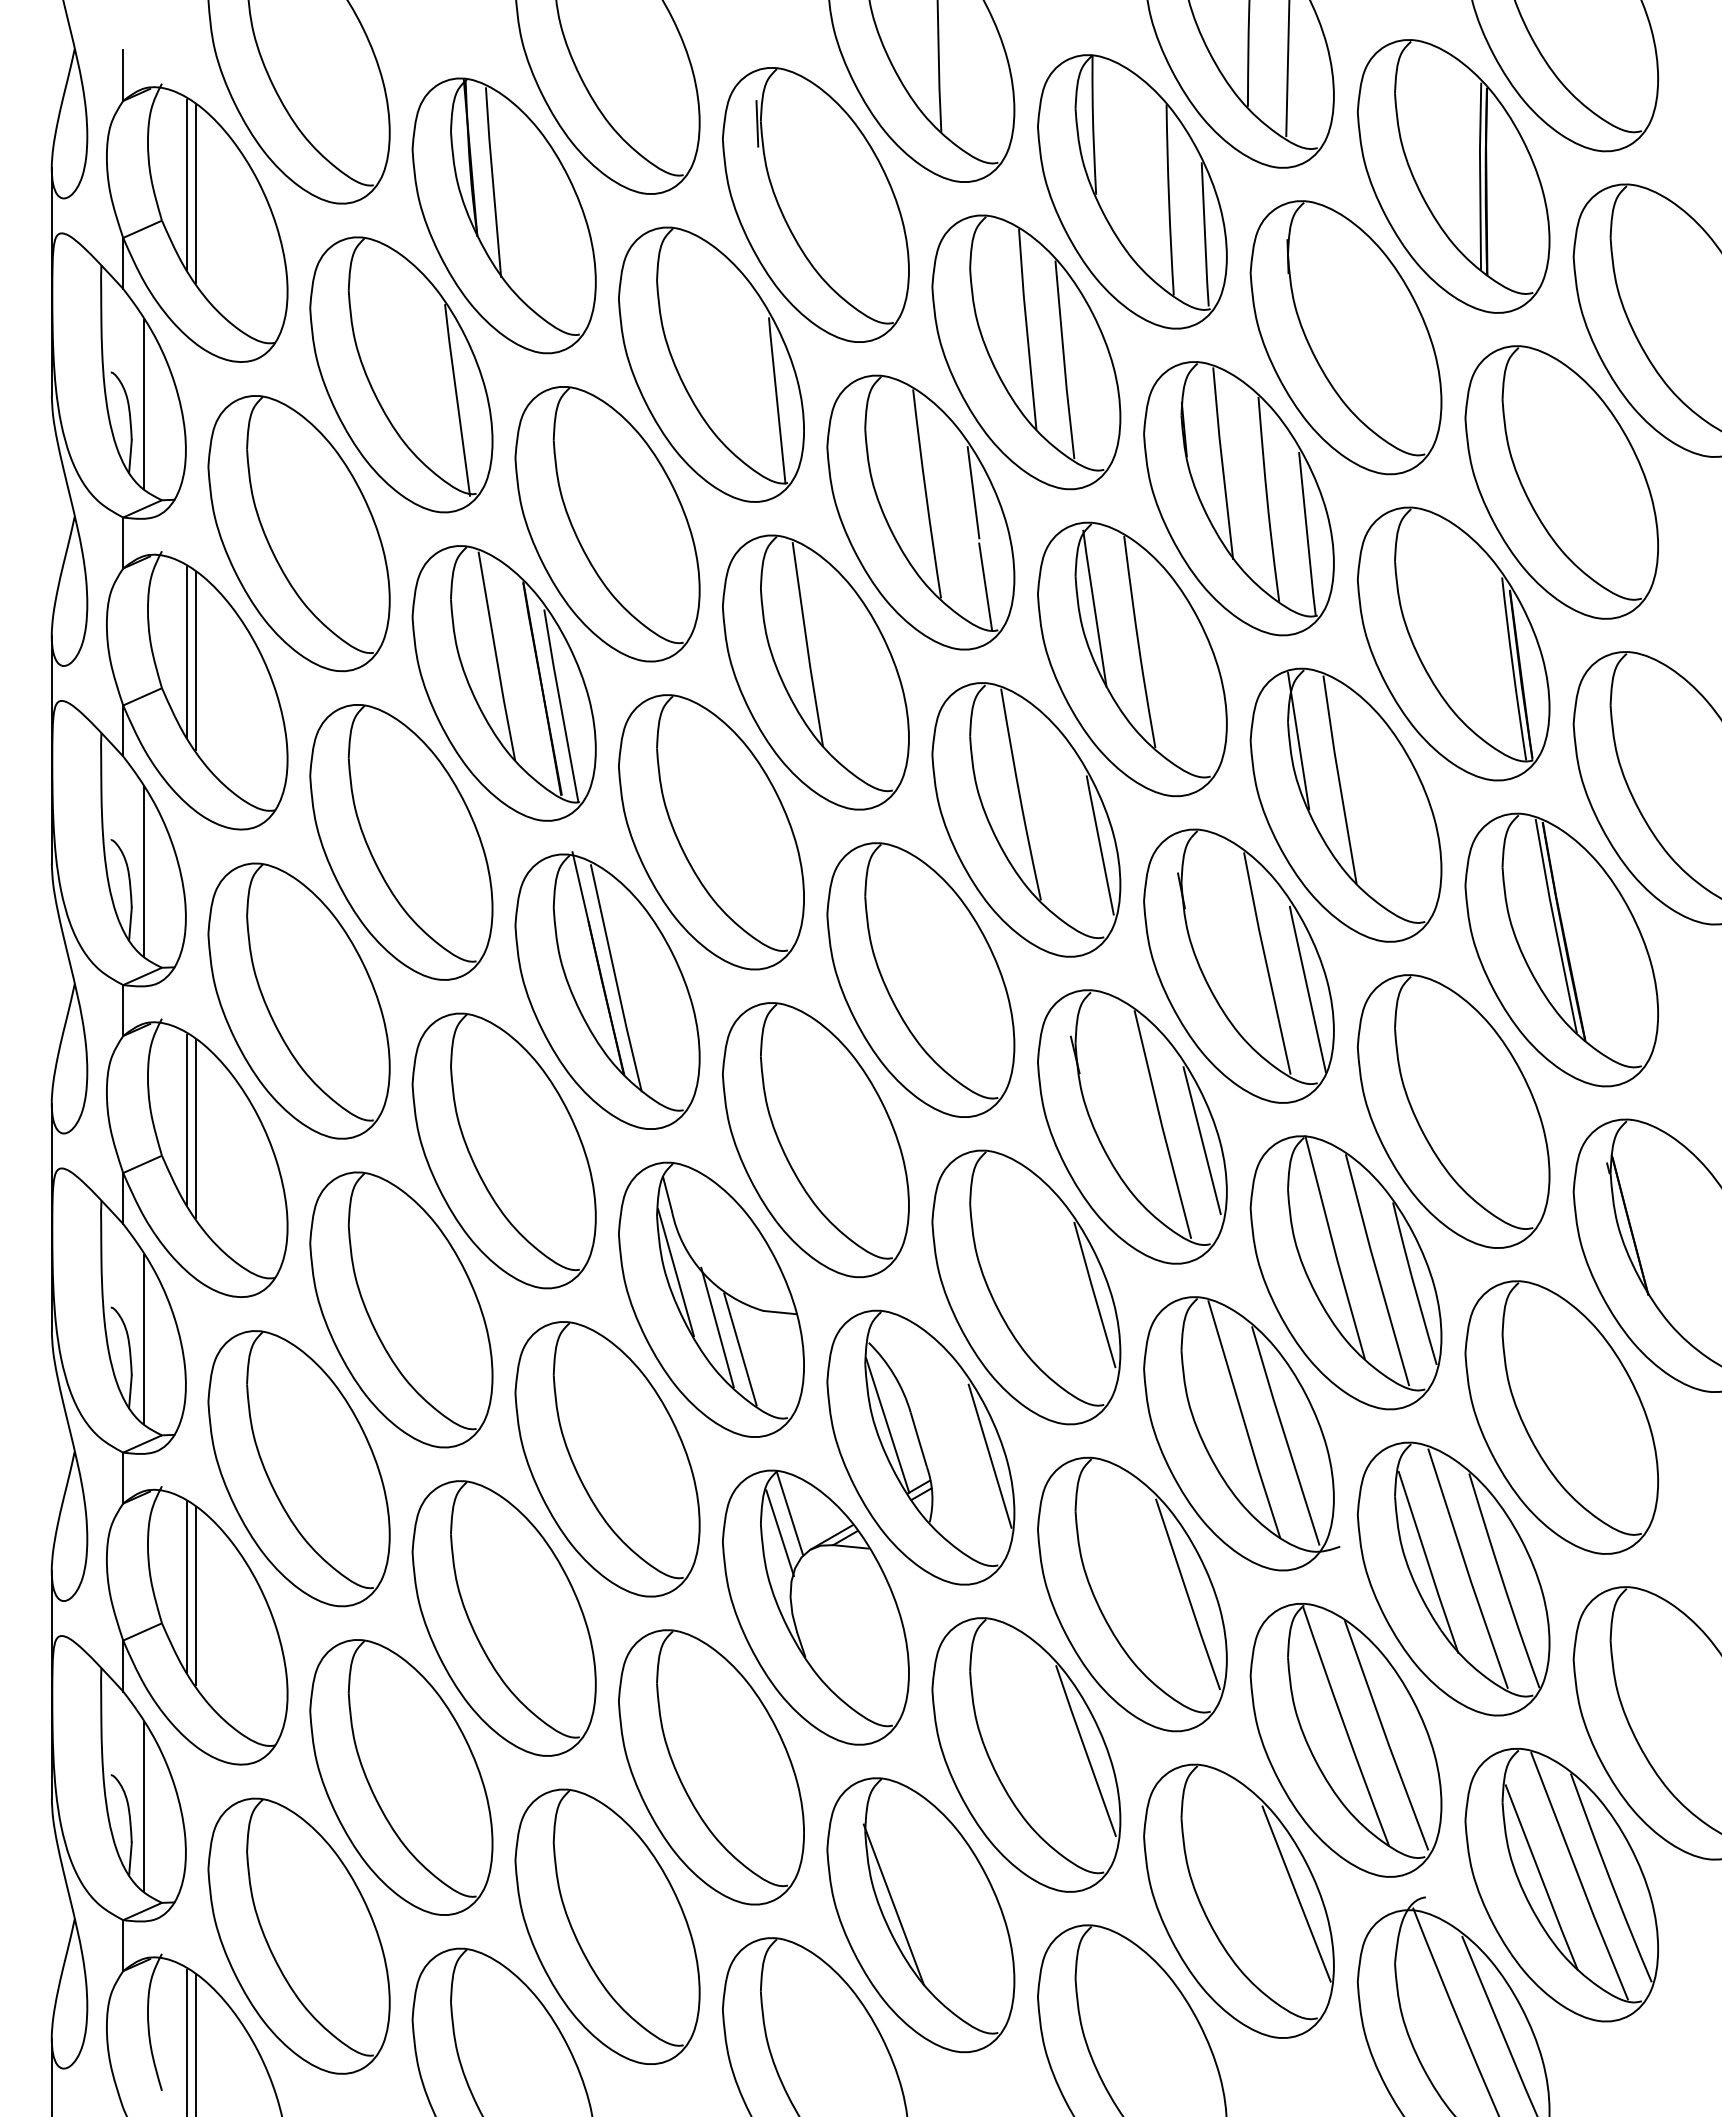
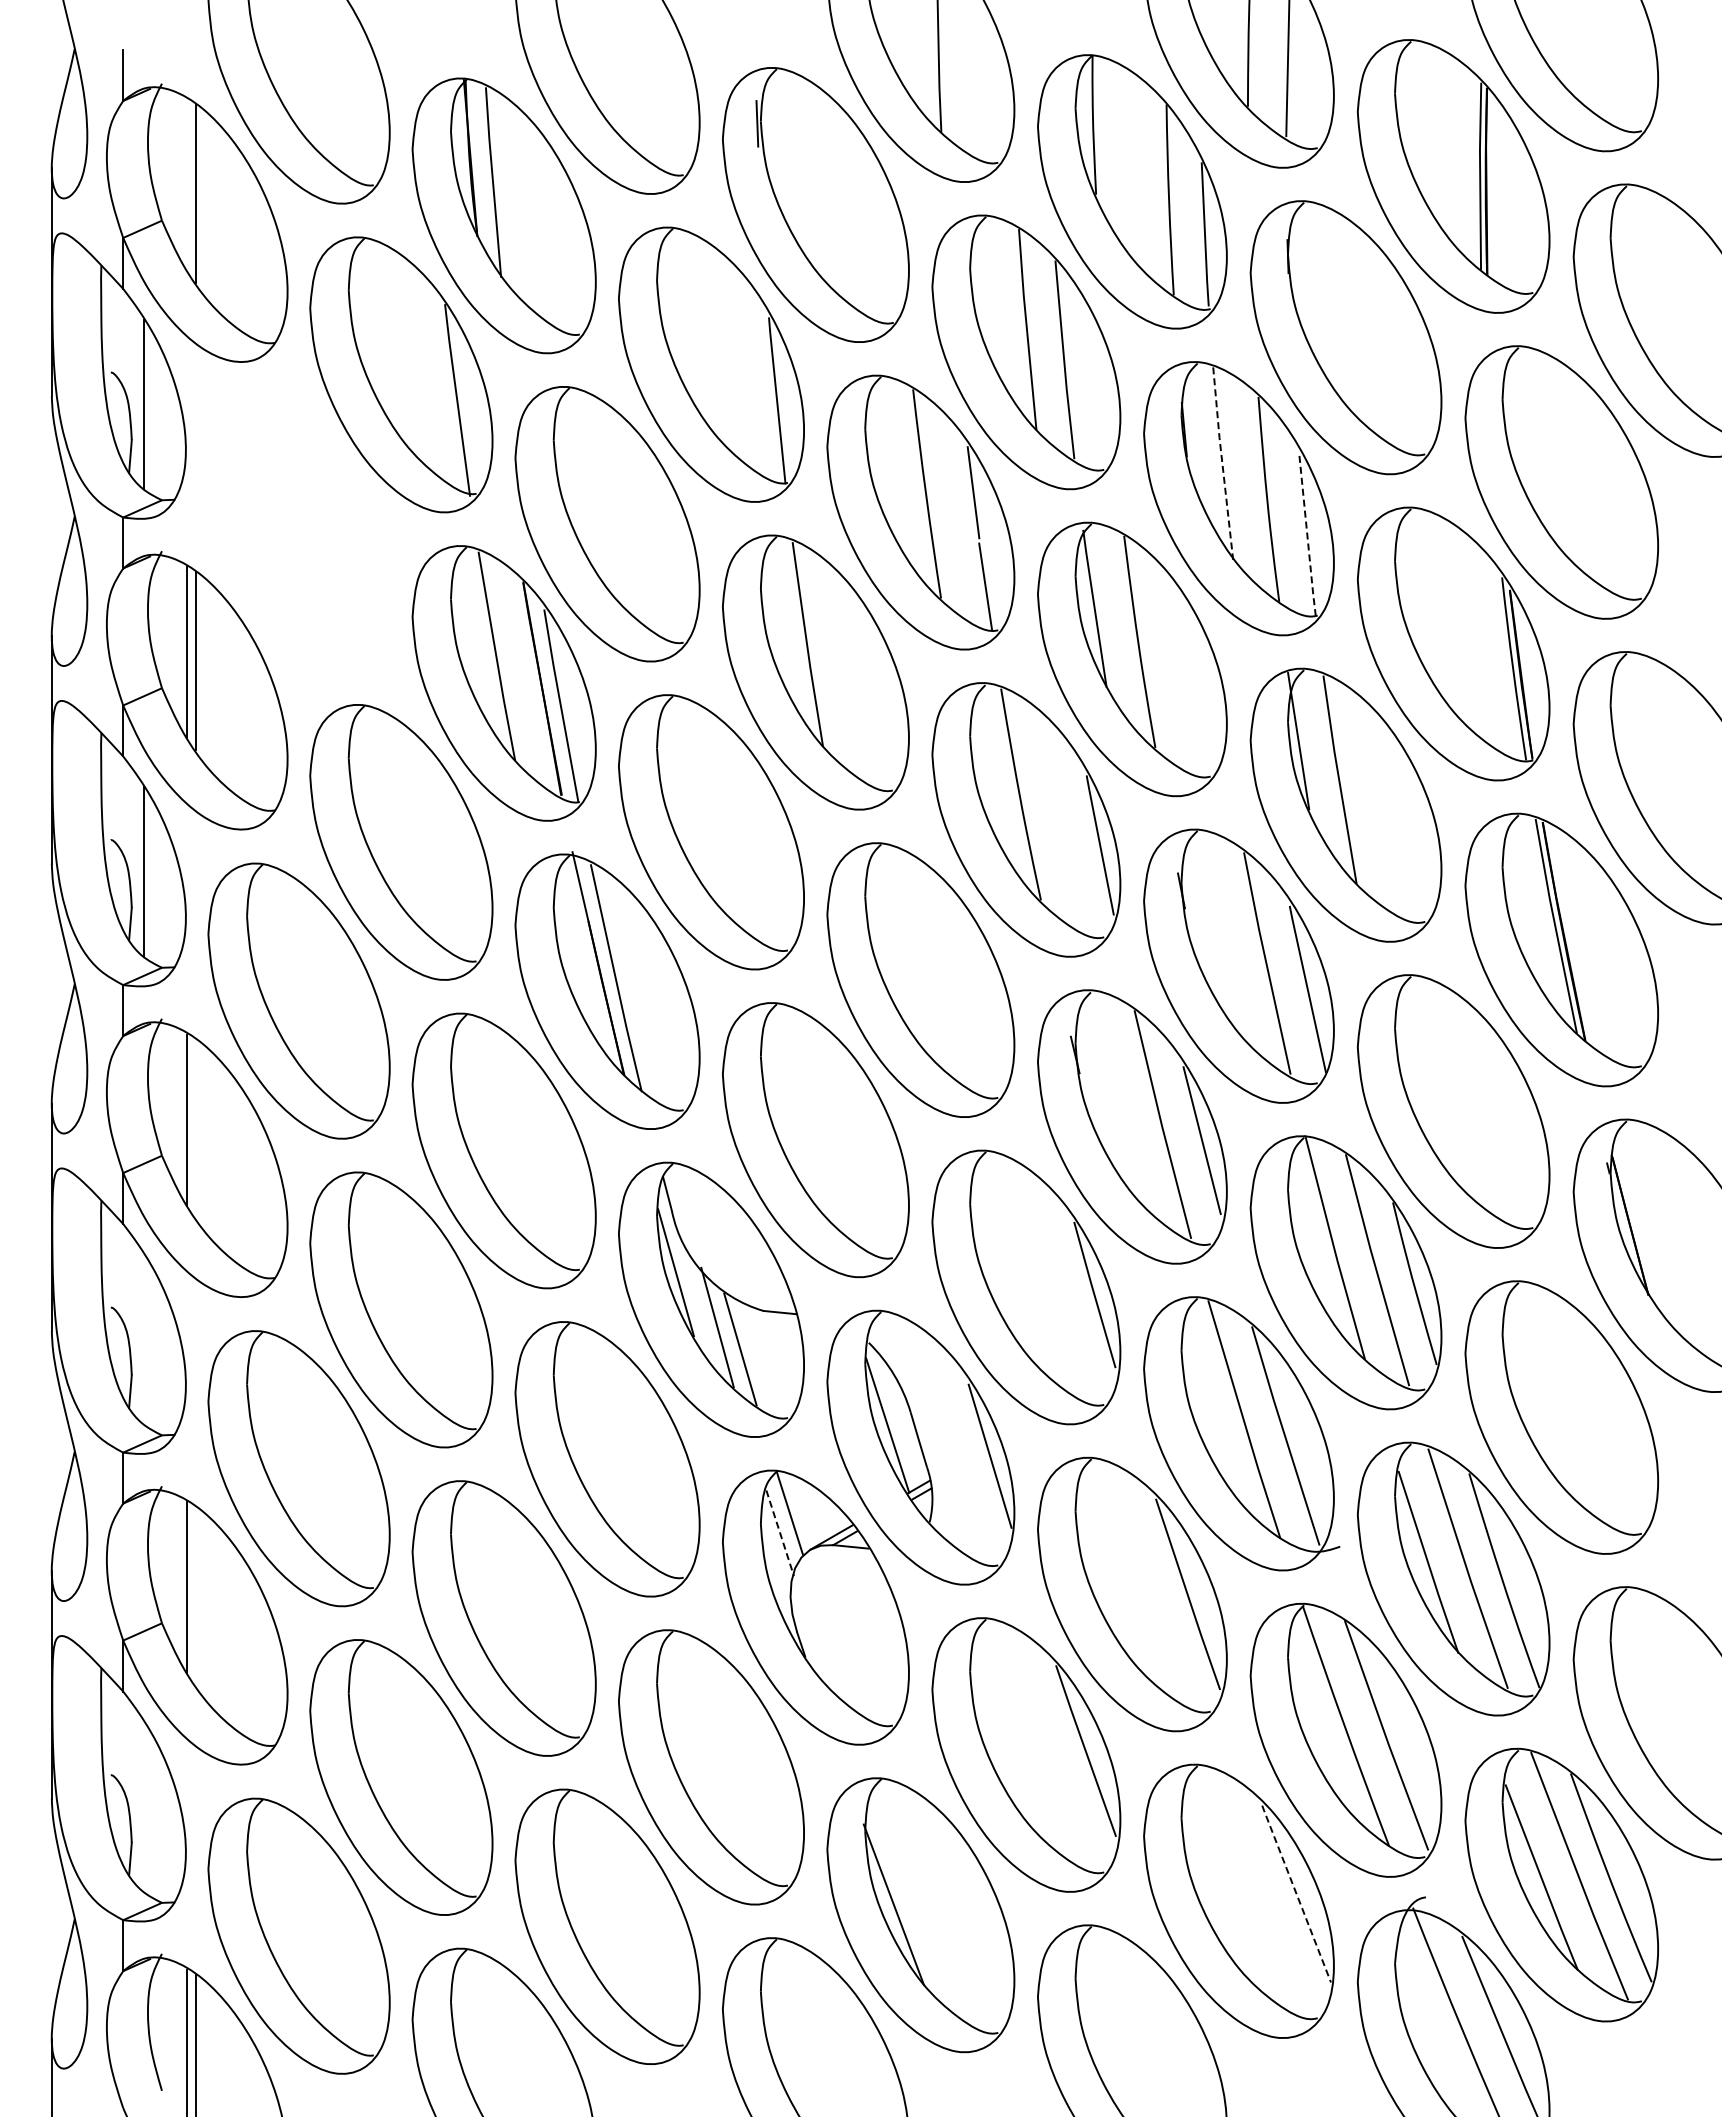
line at (187, 184): present -> none
line at (1222, 463): solid -> dashed
part at (298, 533): present -> none
line at (1307, 534): solid -> dashed
line at (195, 1128): present -> none
line at (144, 1339): present -> none
line at (780, 1533): solid -> dashed
line at (195, 1596): present -> none
line at (144, 1807): present -> none
line at (1296, 1893): solid -> dashed
